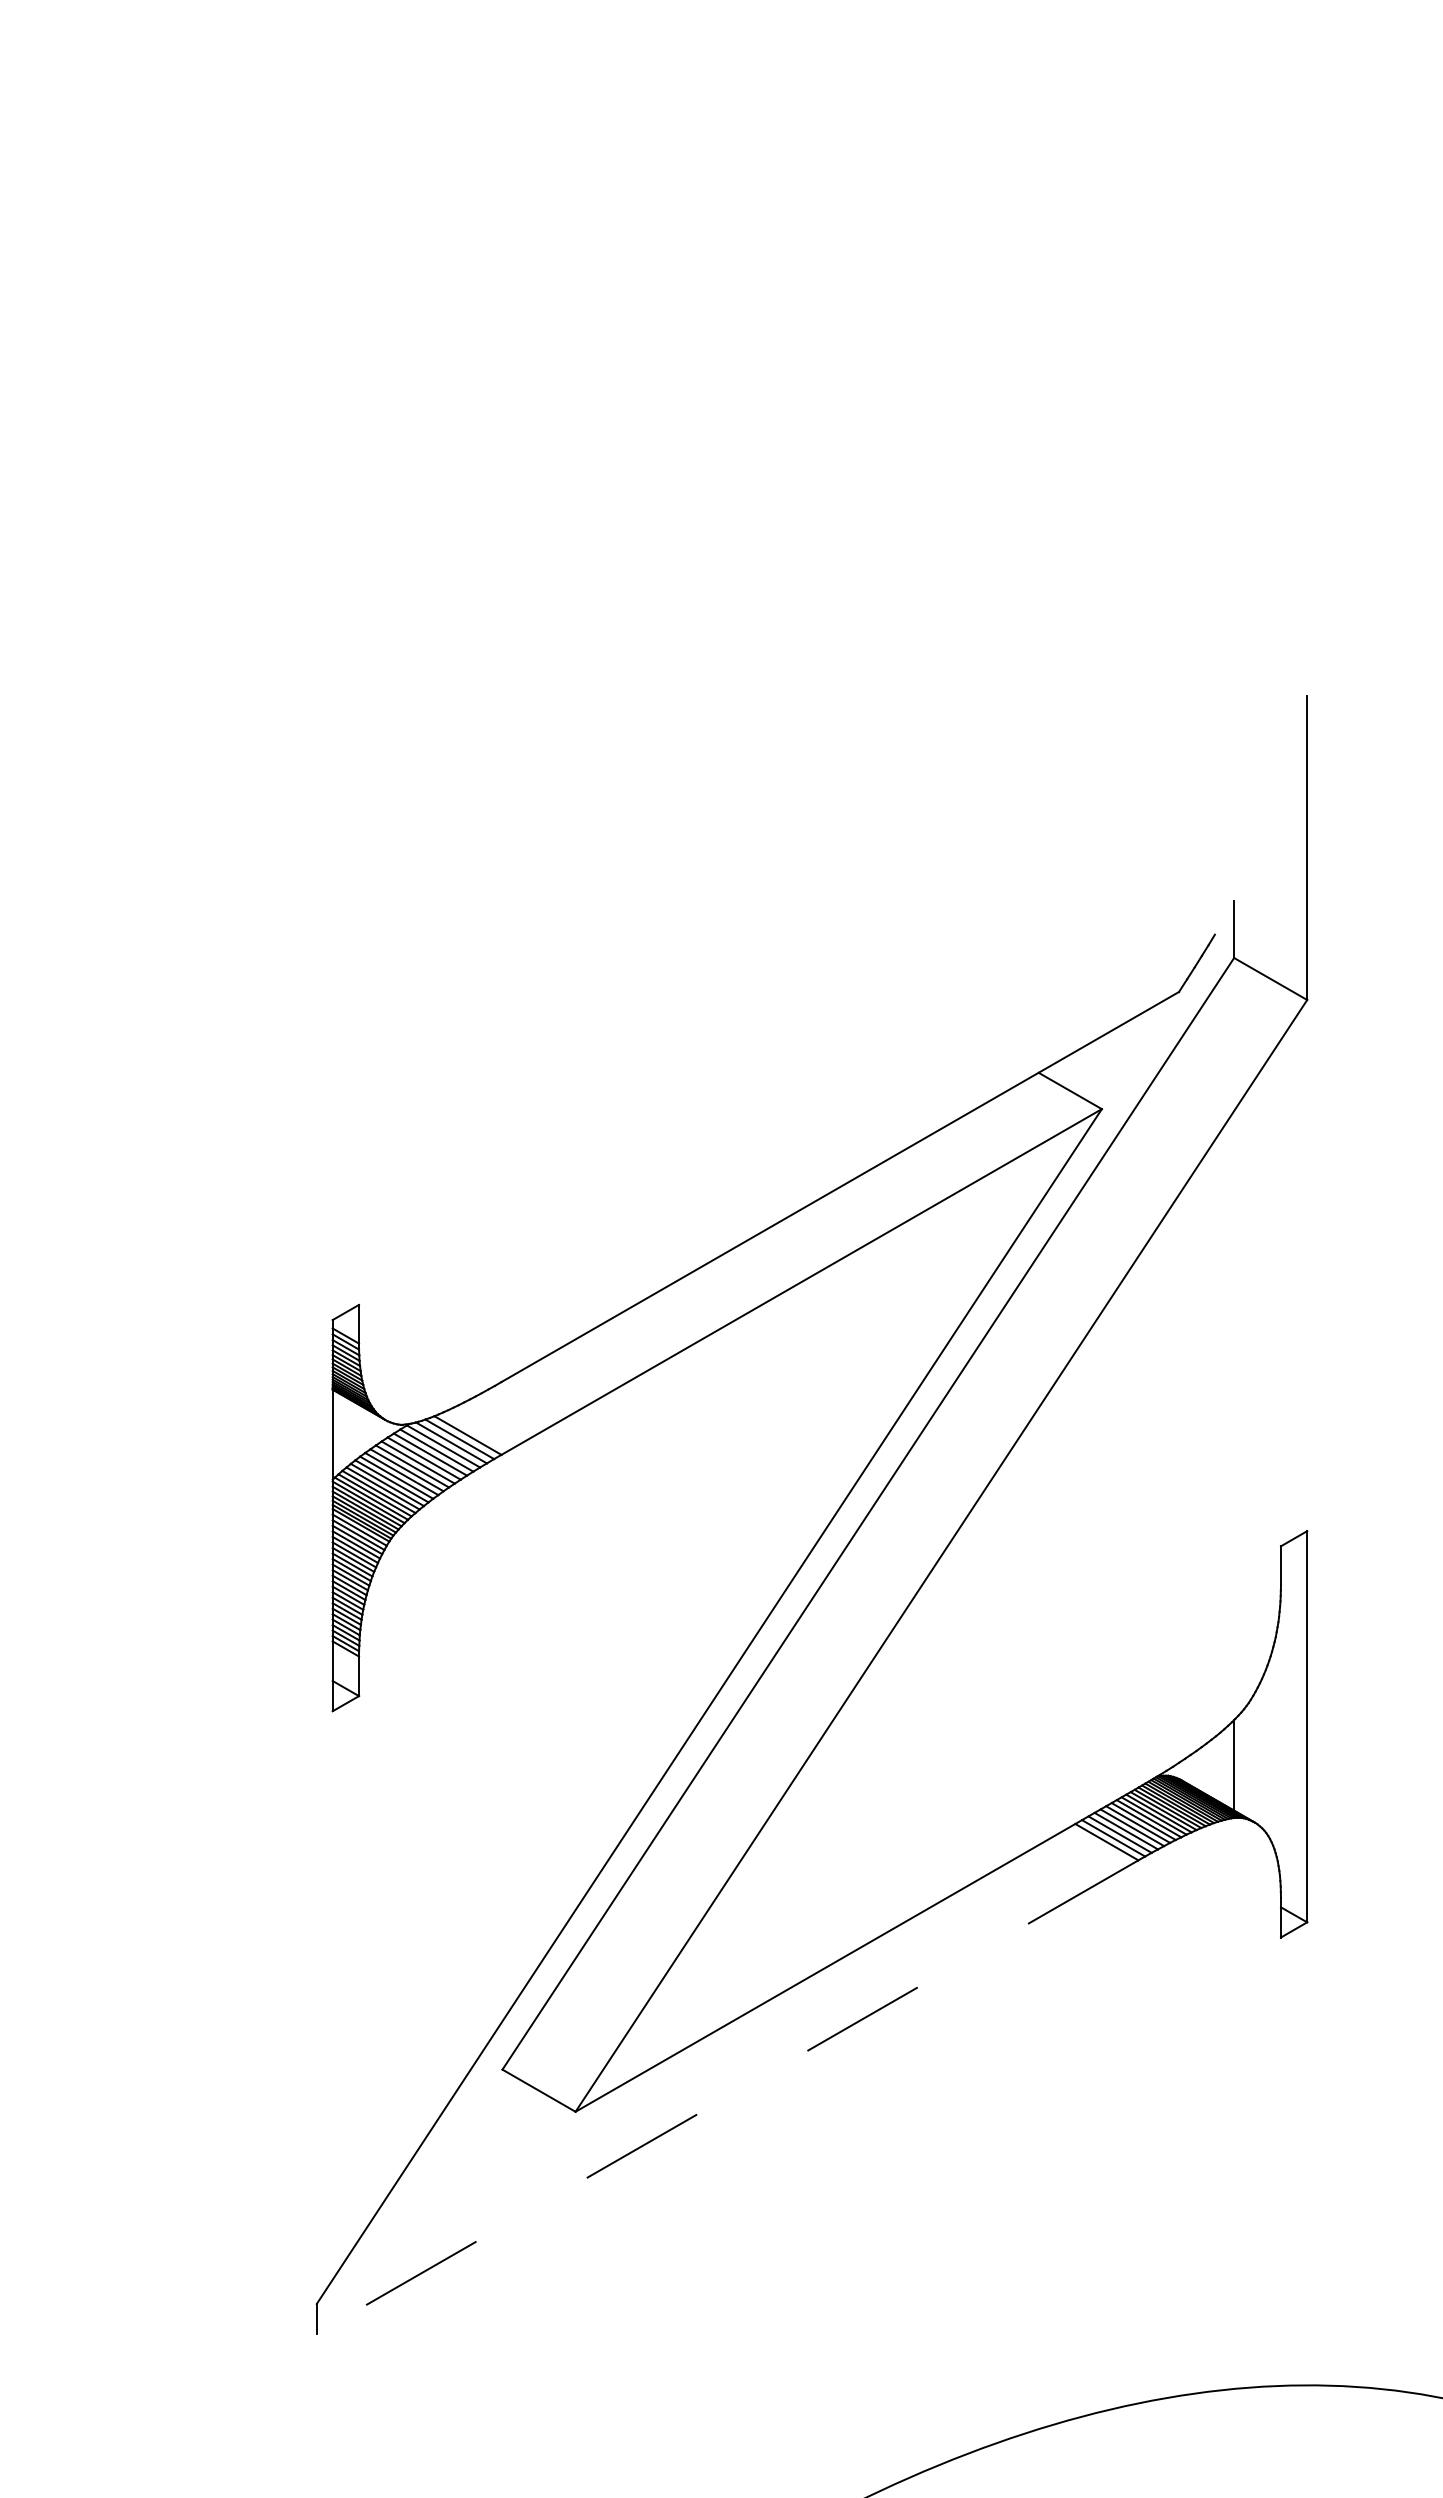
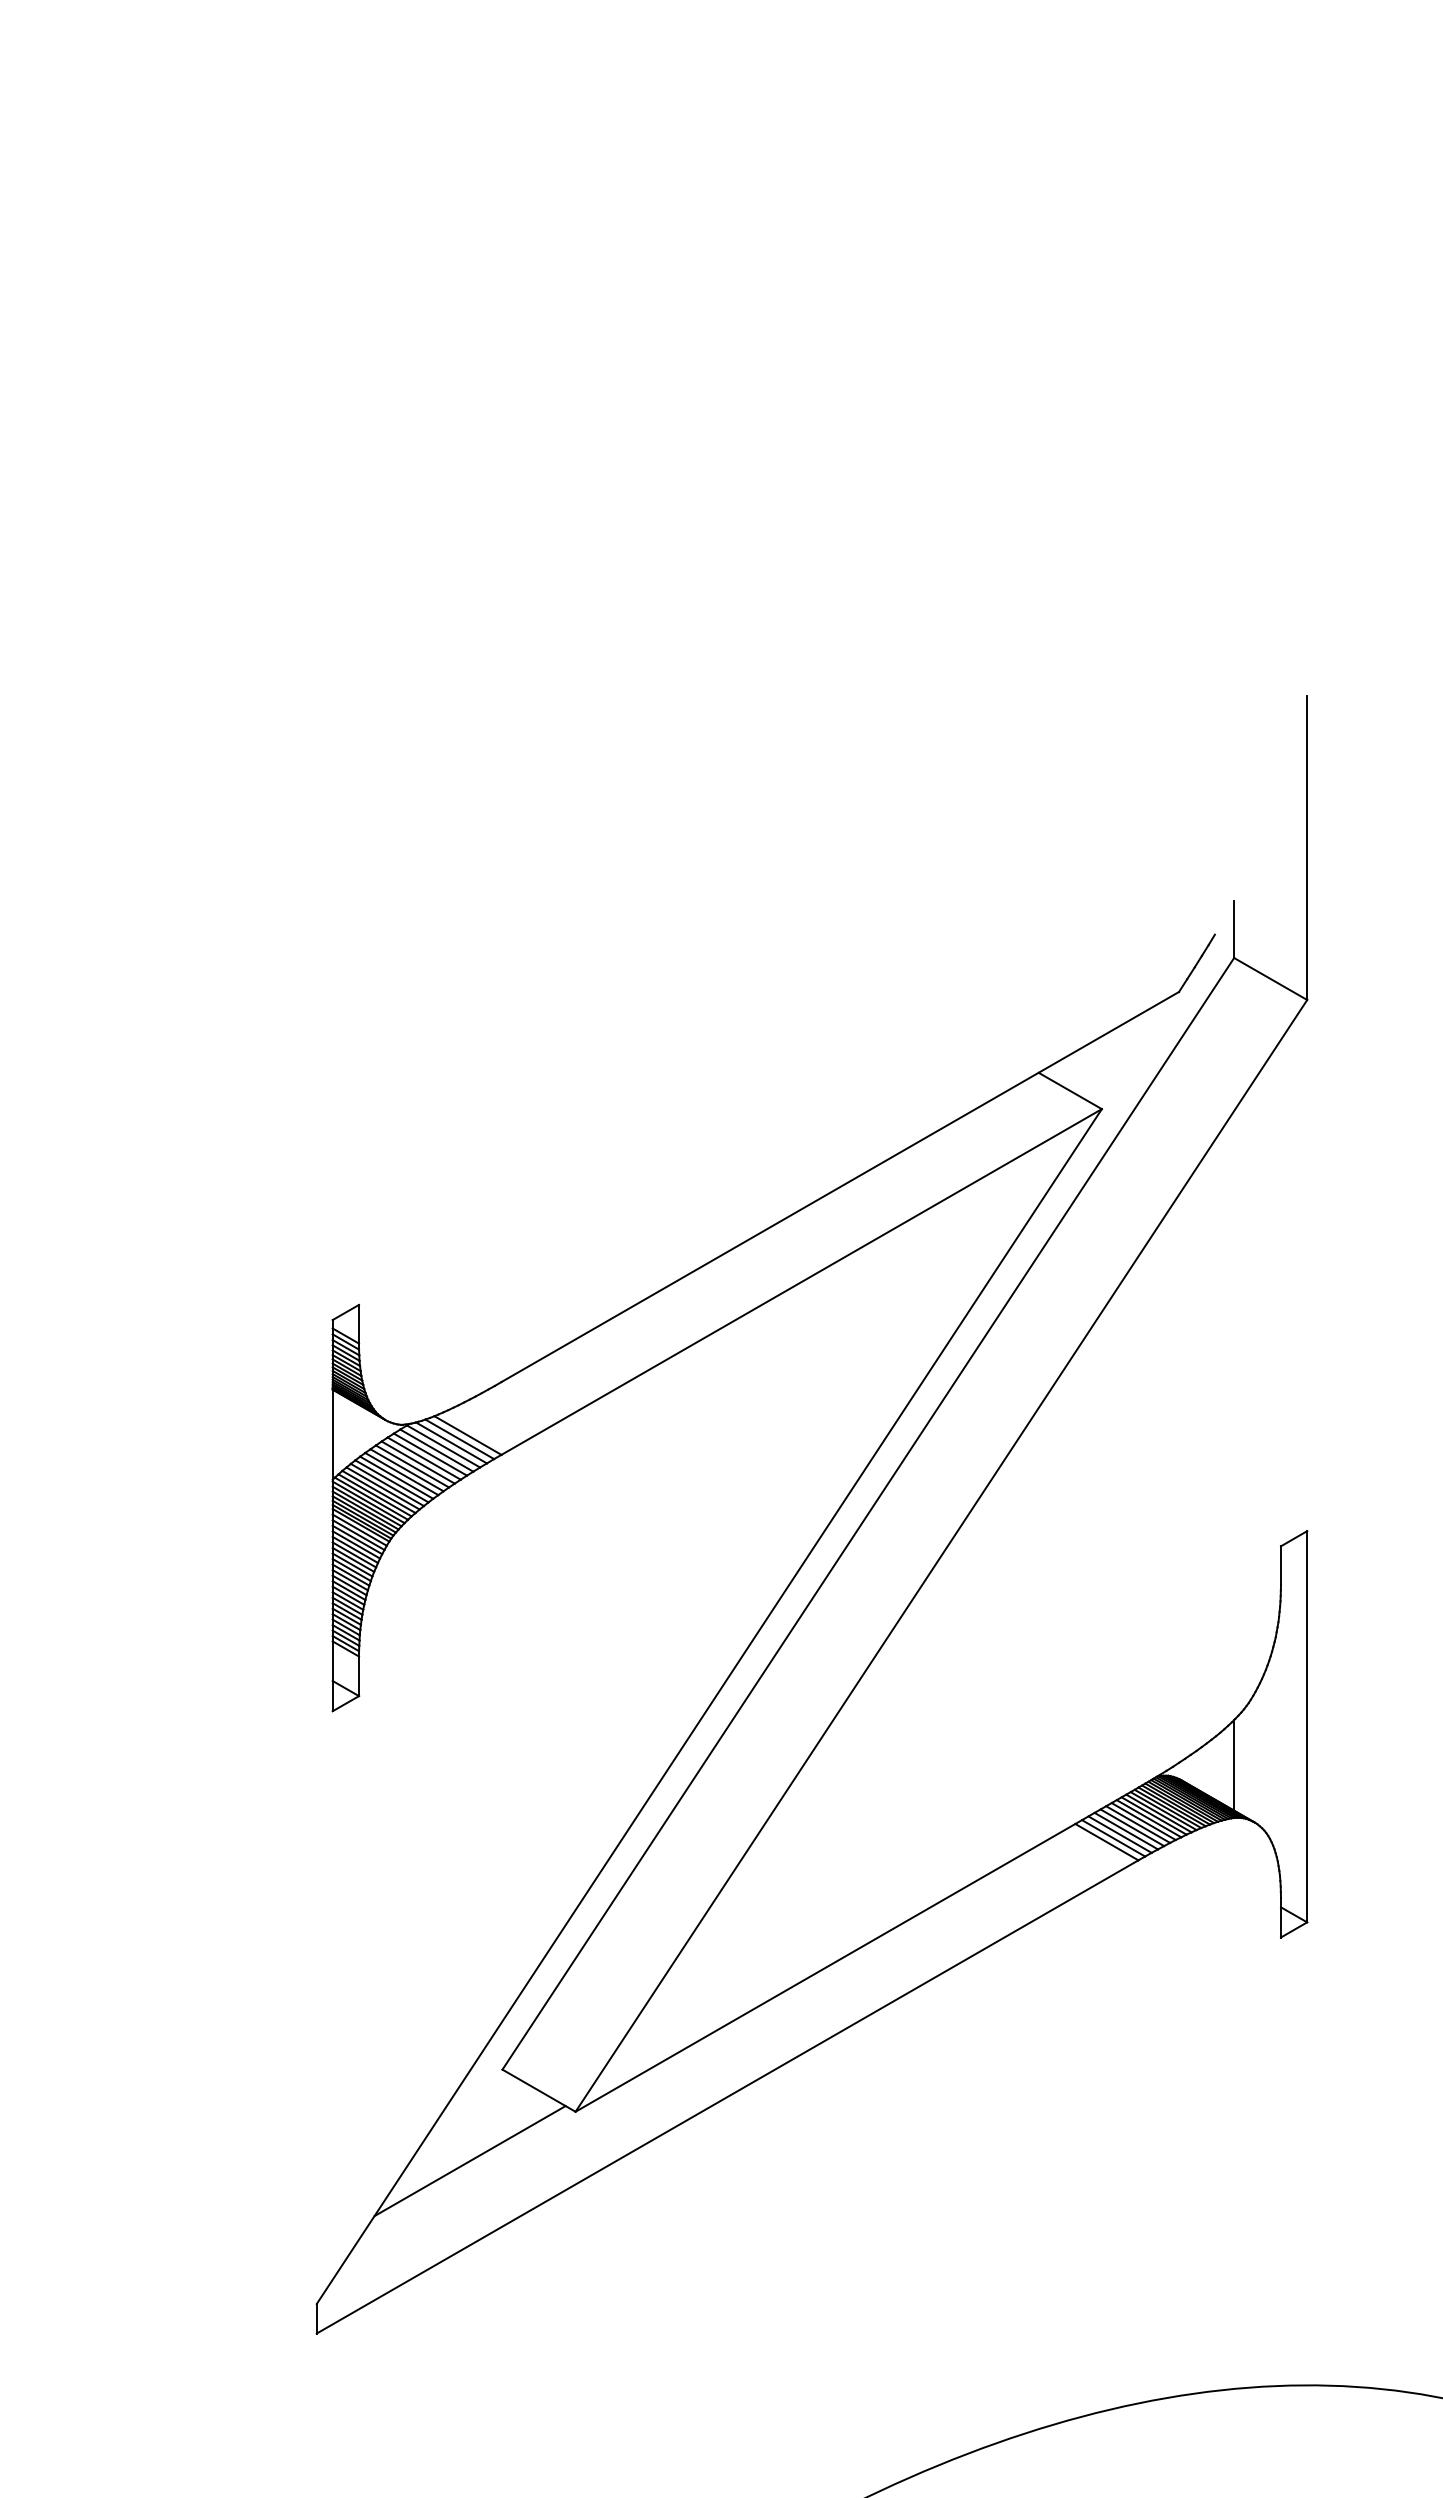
line at (727, 2097): dashed -> solid
line at (469, 2161): none -> present
